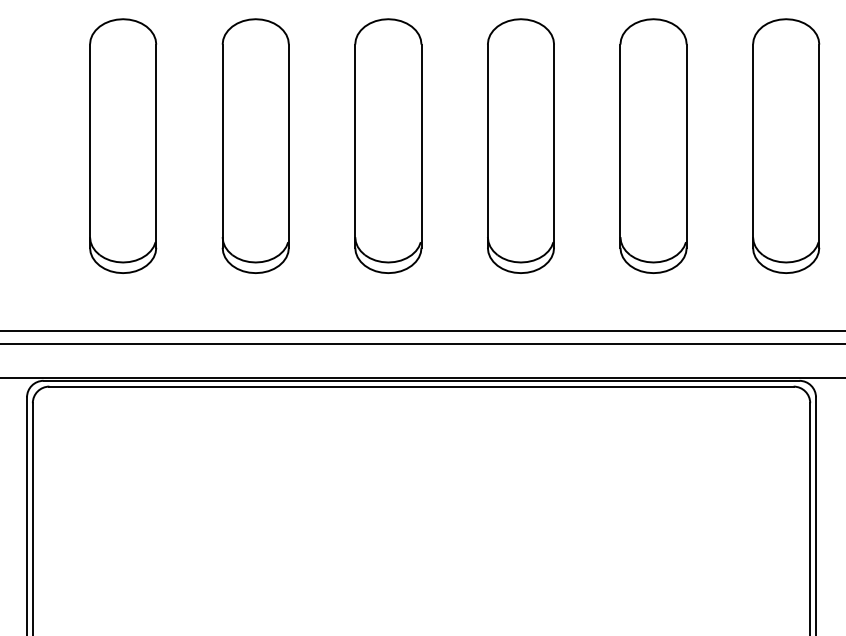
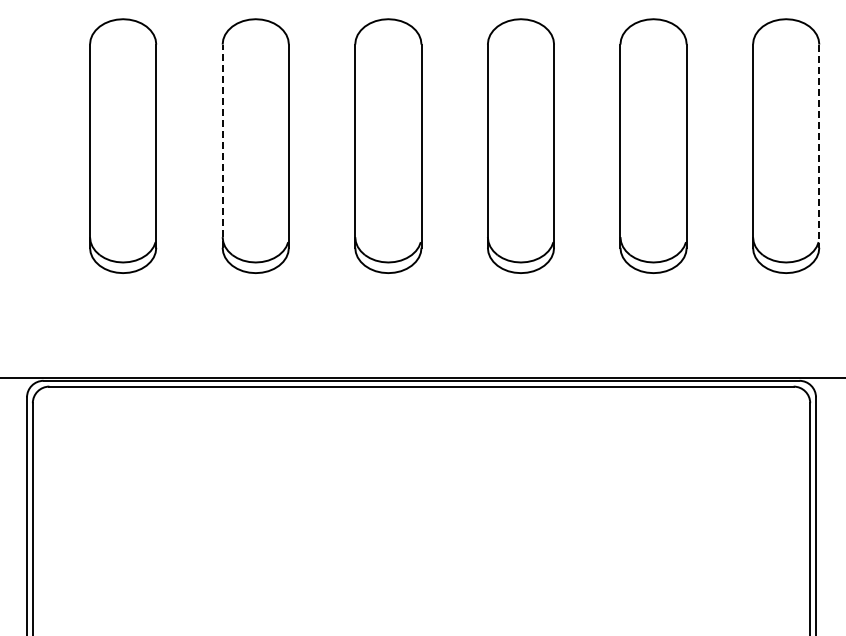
line at (222, 146): solid -> dashed
line at (819, 146): solid -> dashed
line at (422, 331): present -> none
line at (422, 344): present -> none
